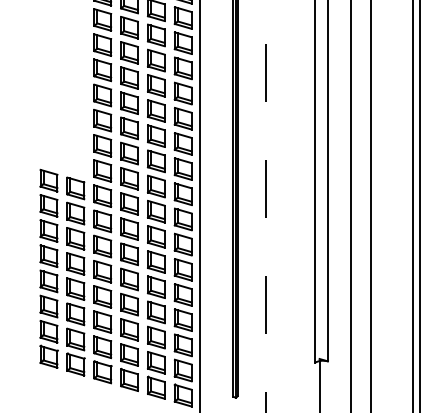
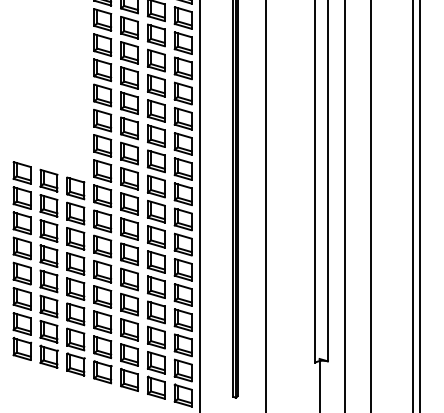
line at (350, 205) position: (350, 205) -> (344, 205)
line at (266, 206): dashed -> solid
part at (21, 260): none -> present
